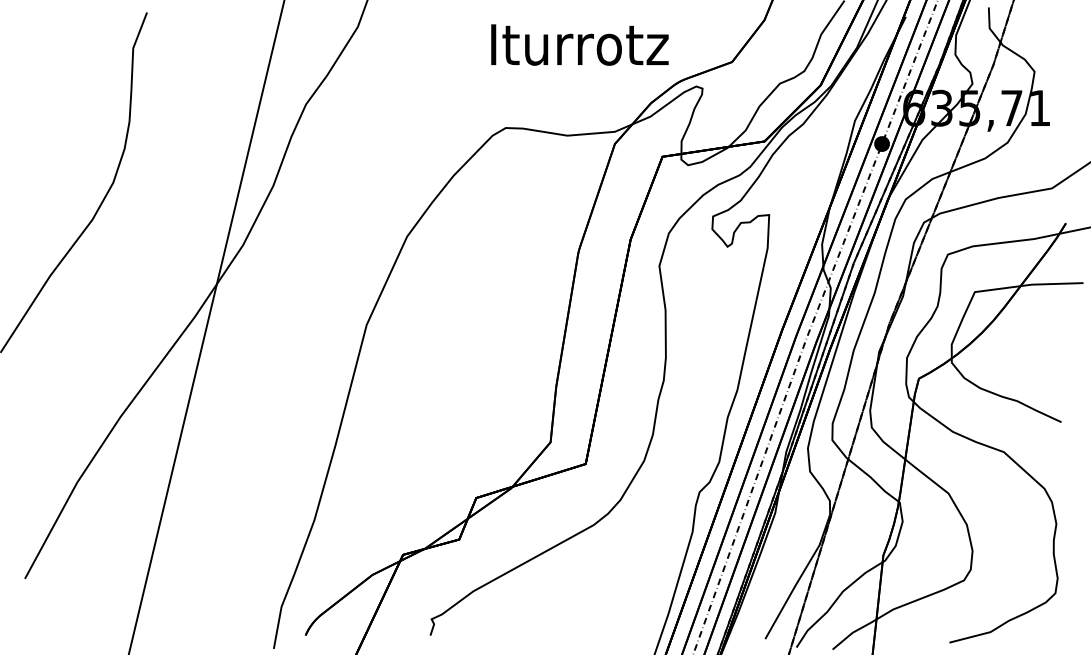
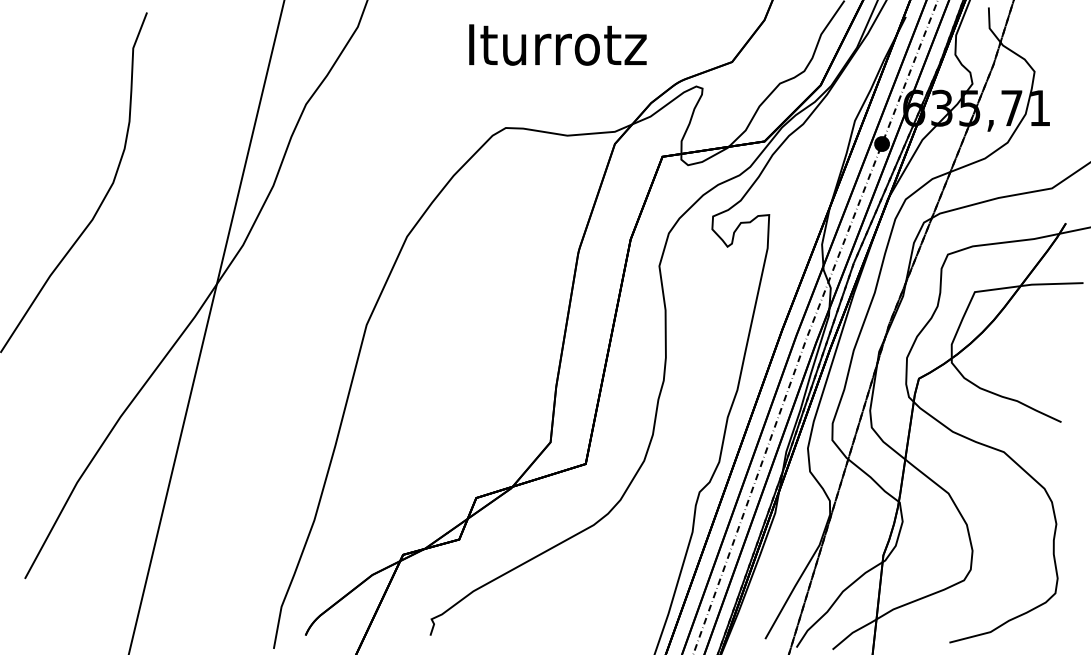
text at (579, 44) position: (579, 44) -> (557, 44)
